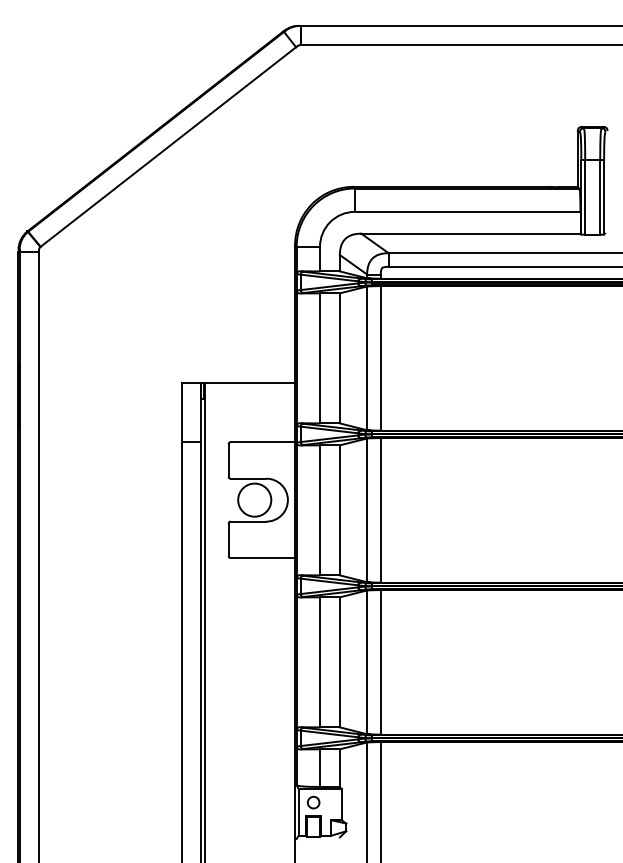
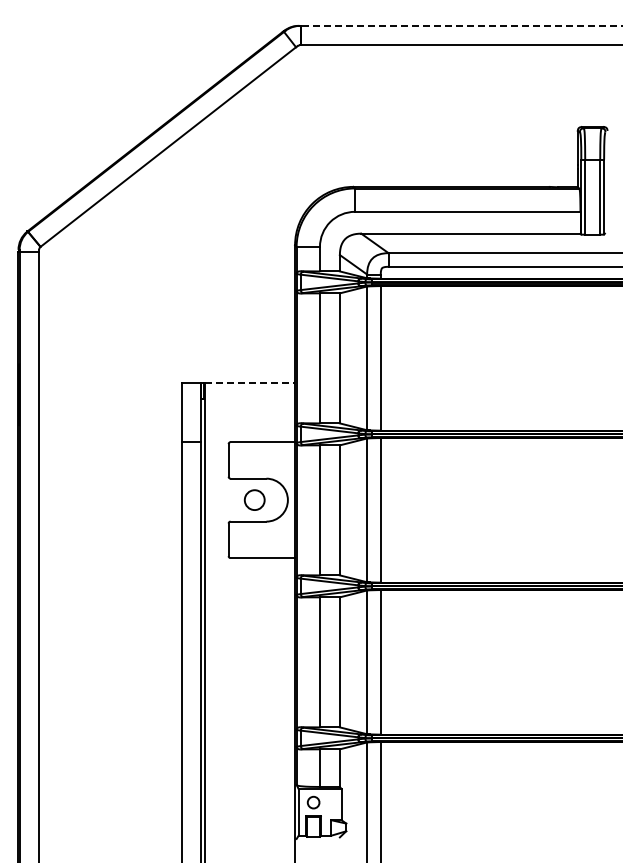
line at (461, 25): solid -> dashed
line at (250, 383): solid -> dashed
circle at (254, 499) diameter: 33 px -> 20 px
